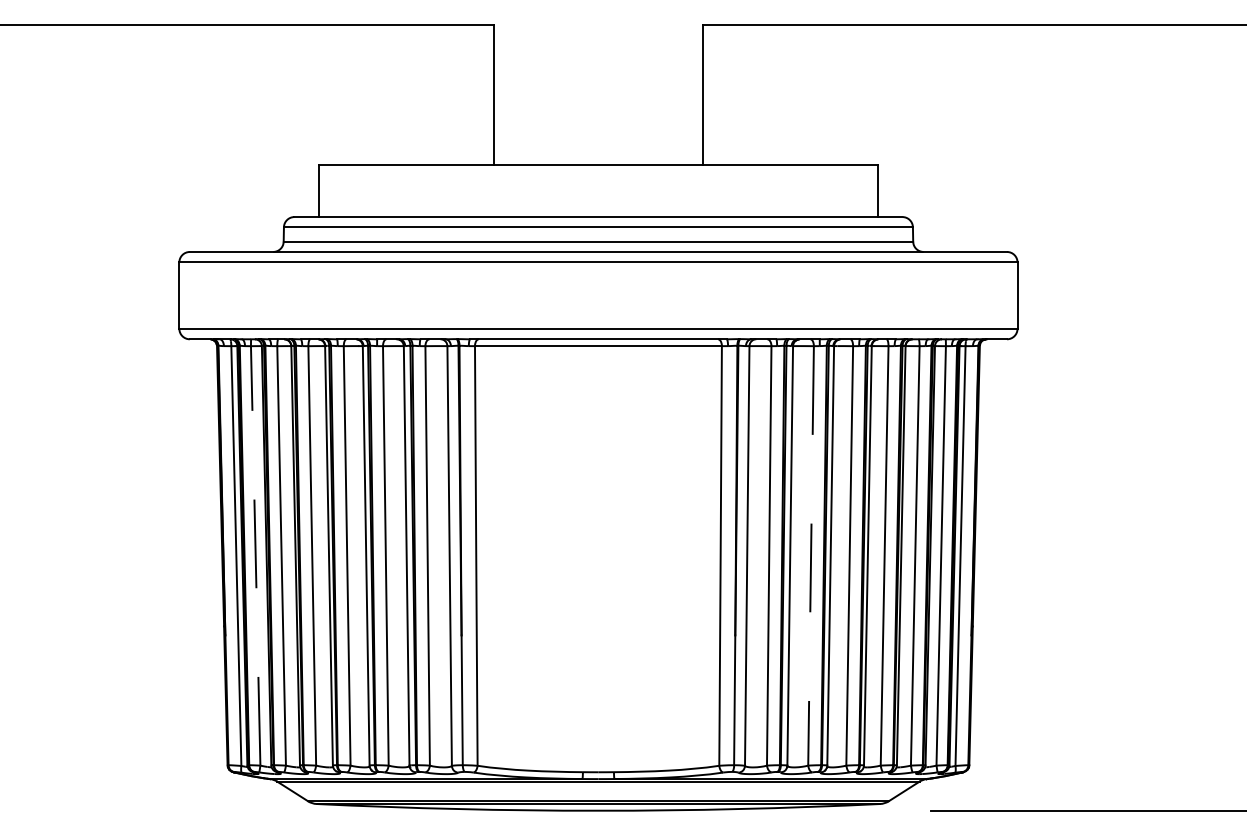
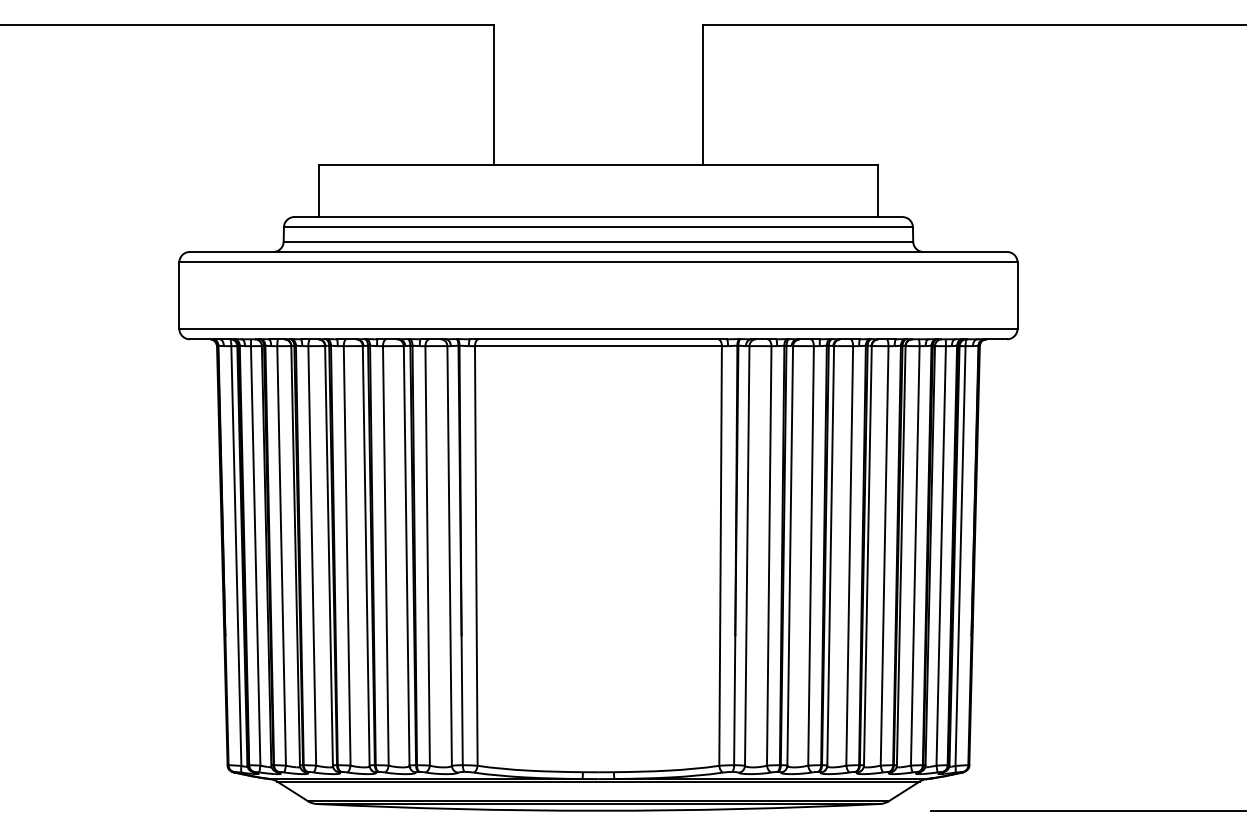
line at (255, 555): dashed -> solid
line at (811, 555): dashed -> solid
